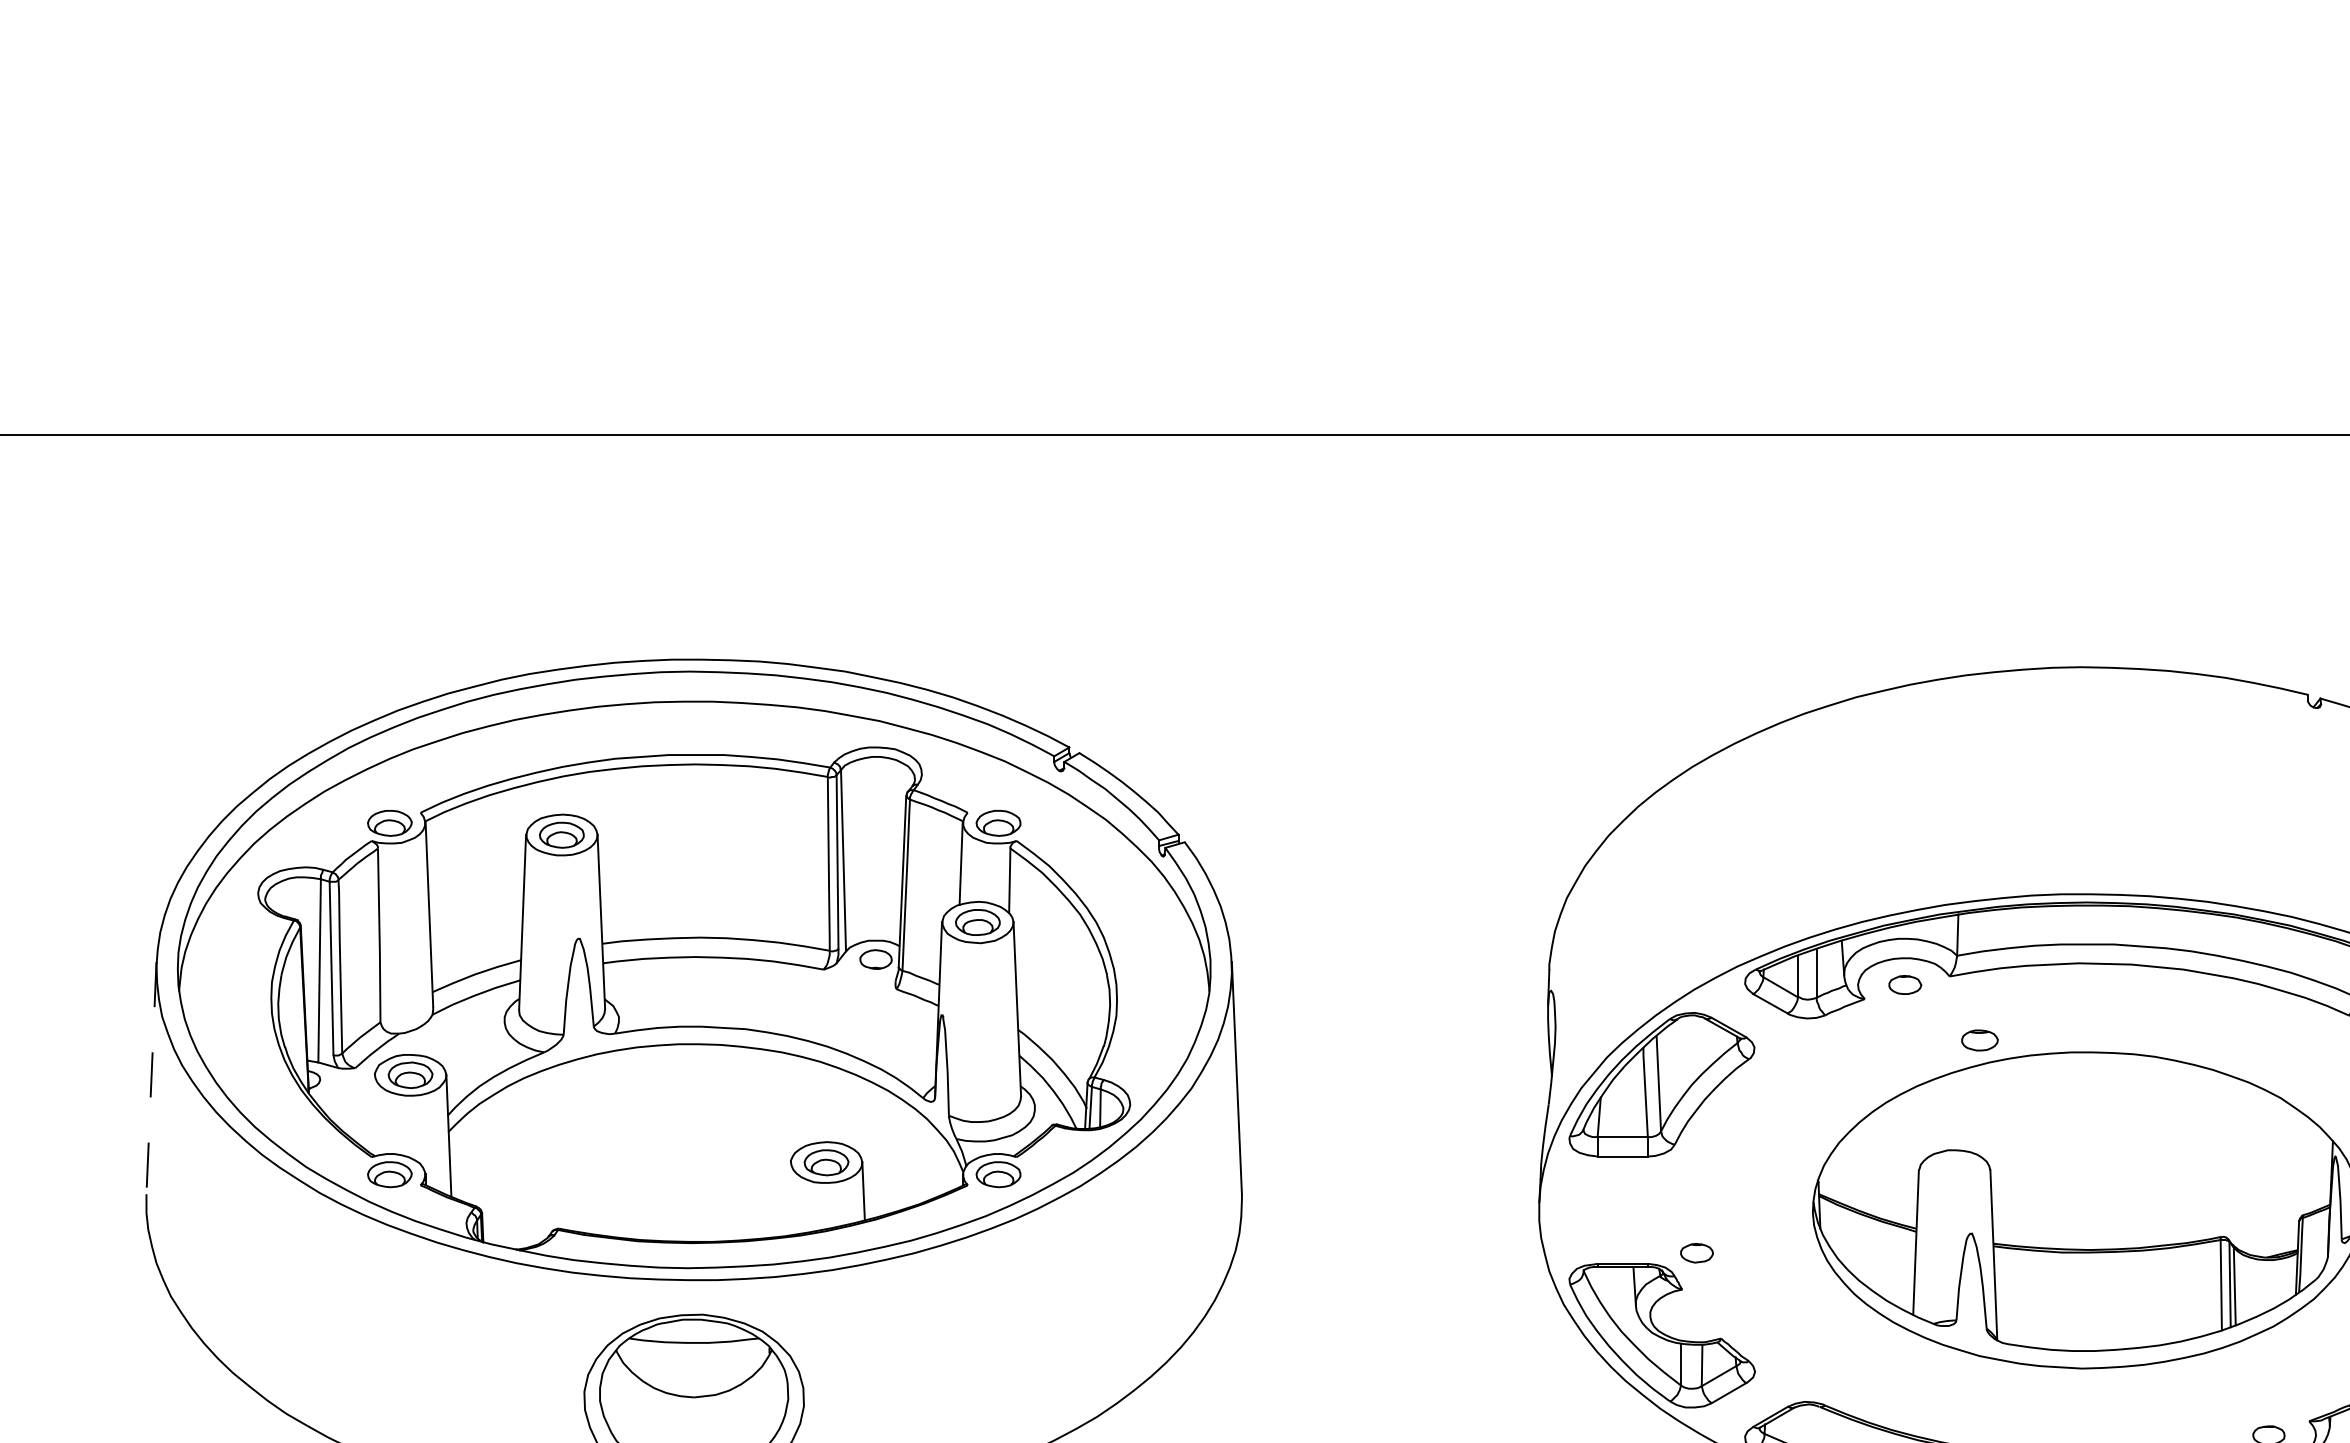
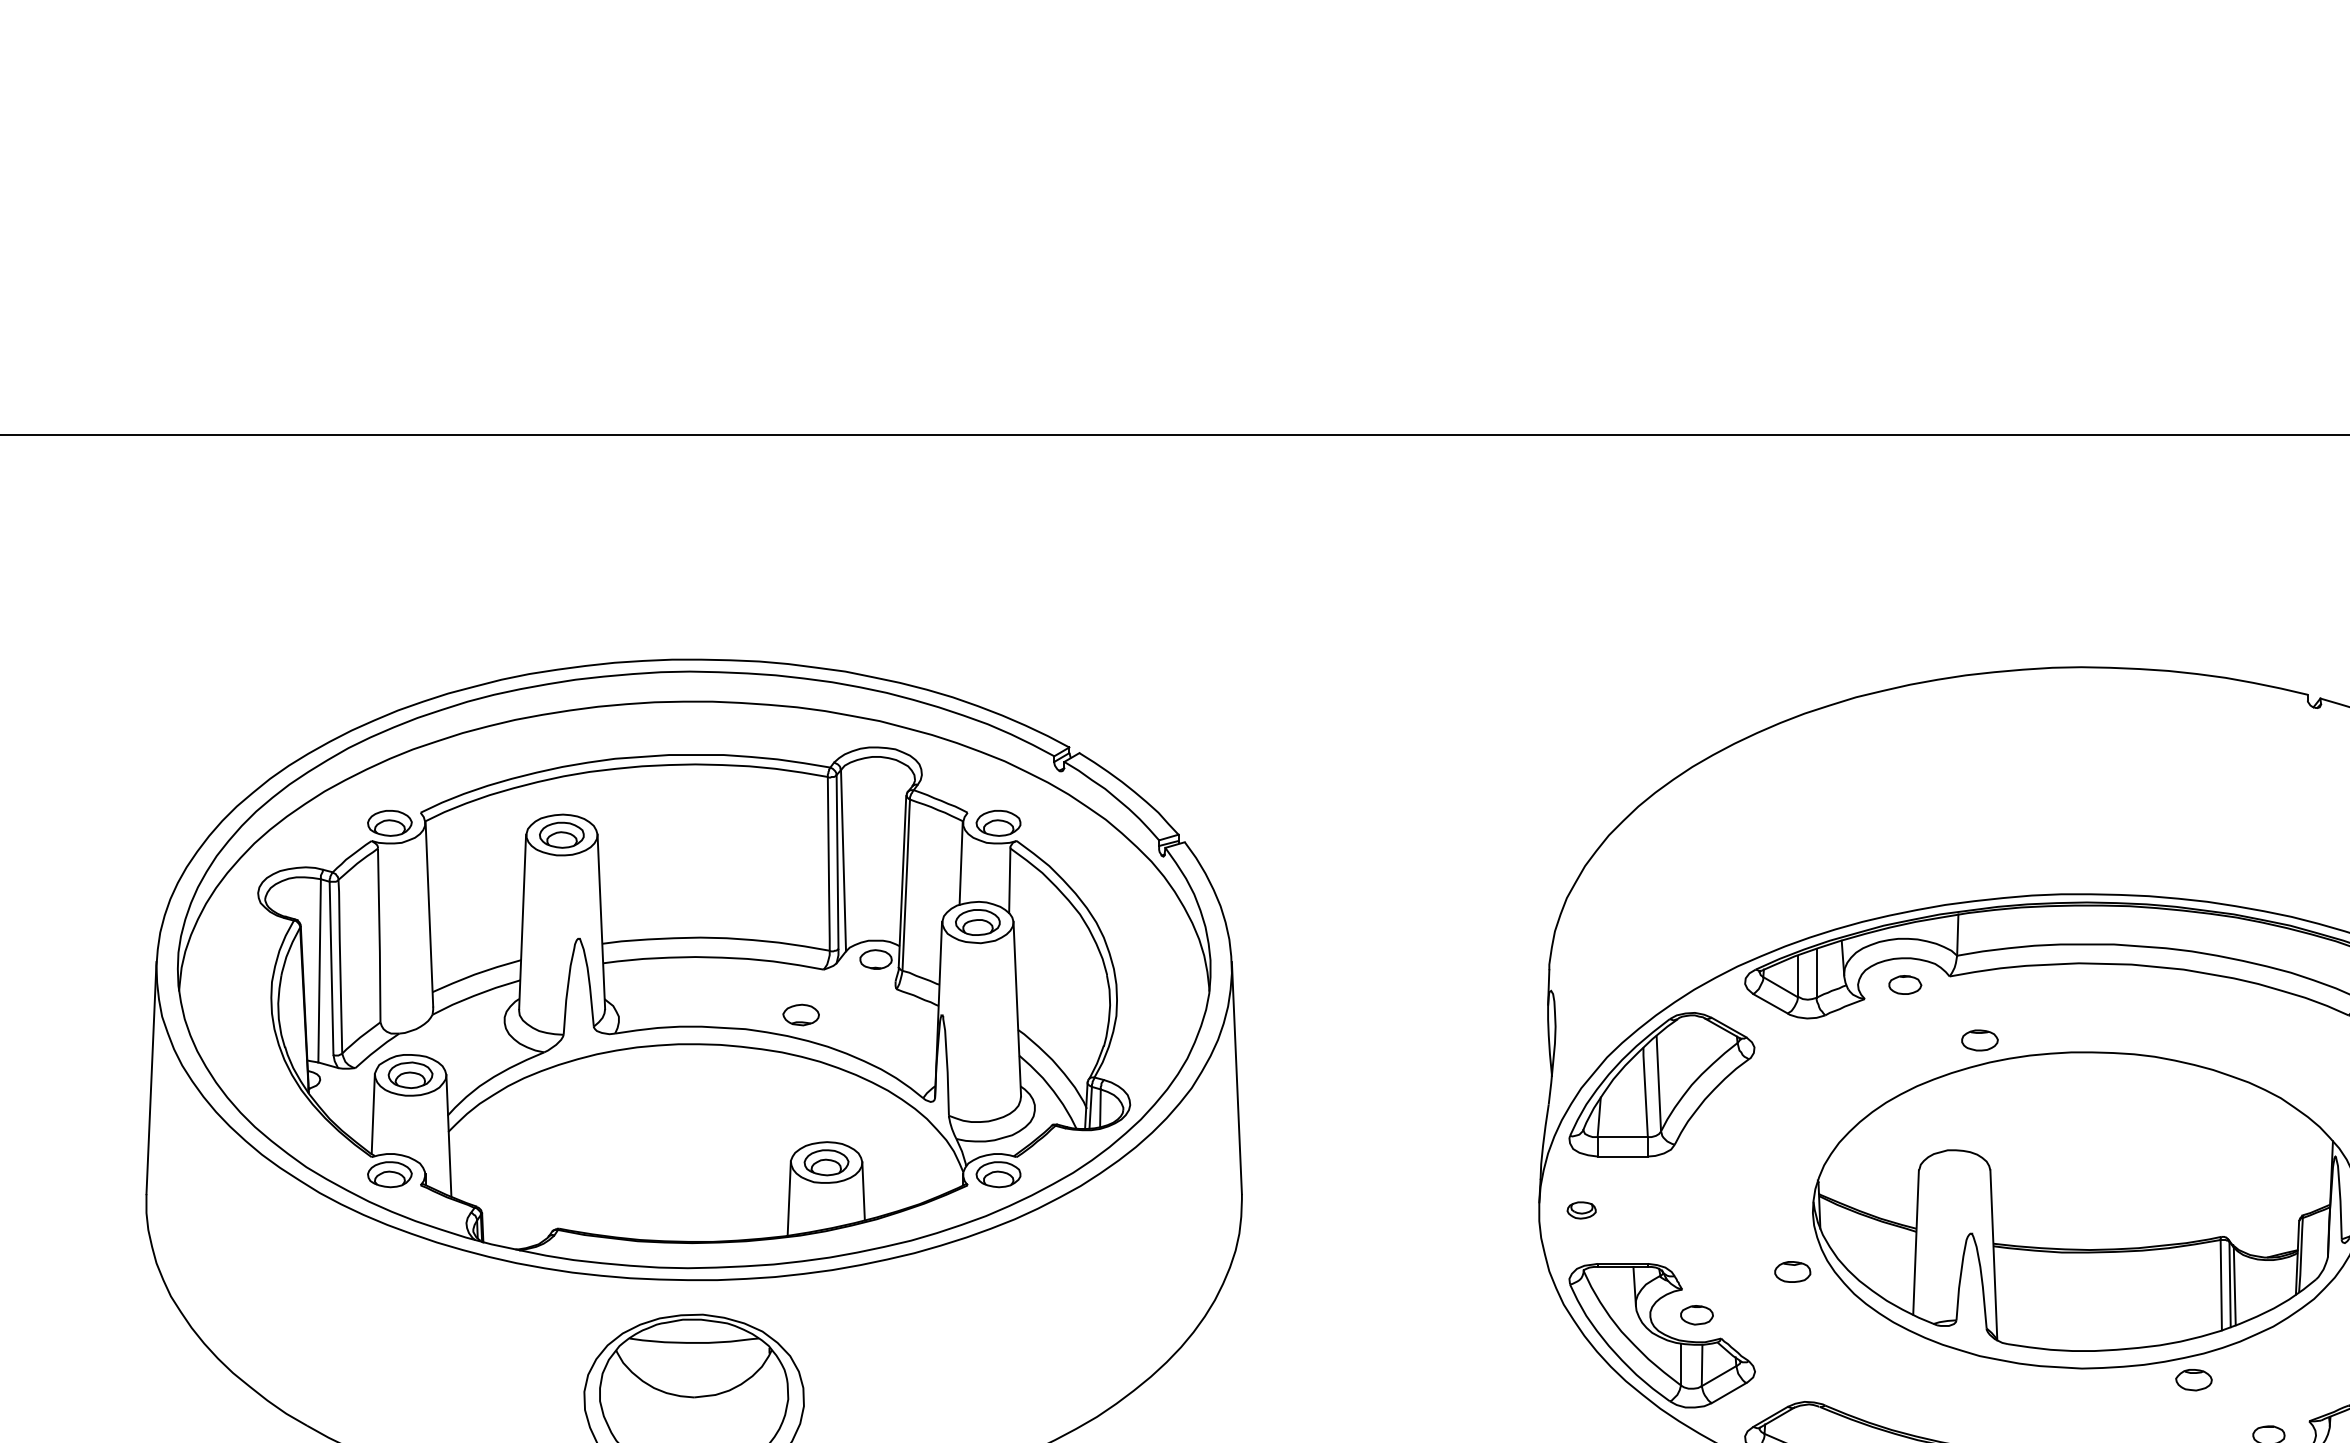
part at (800, 1014): none -> present
line at (151, 1078): dashed -> solid
line at (372, 1114): none -> present
line at (788, 1198): none -> present
part at (1581, 1210): none -> present
part at (1696, 1253) position: (1696, 1253) -> (1696, 1315)
part at (1792, 1271): none -> present
part at (2193, 1380): none -> present
